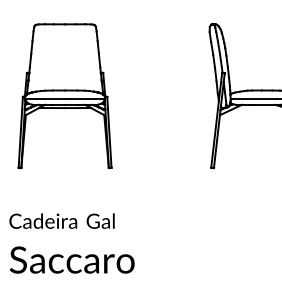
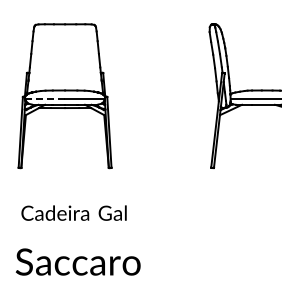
line at (45, 98): solid -> dashed
text at (61, 220) position: (61, 220) -> (73, 212)
text at (71, 259) position: (71, 259) -> (77, 261)
